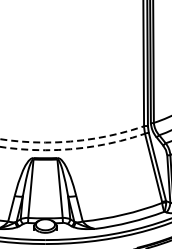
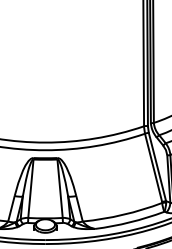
arc at (72, 141): dashed -> solid
arc at (72, 149): dashed -> solid
